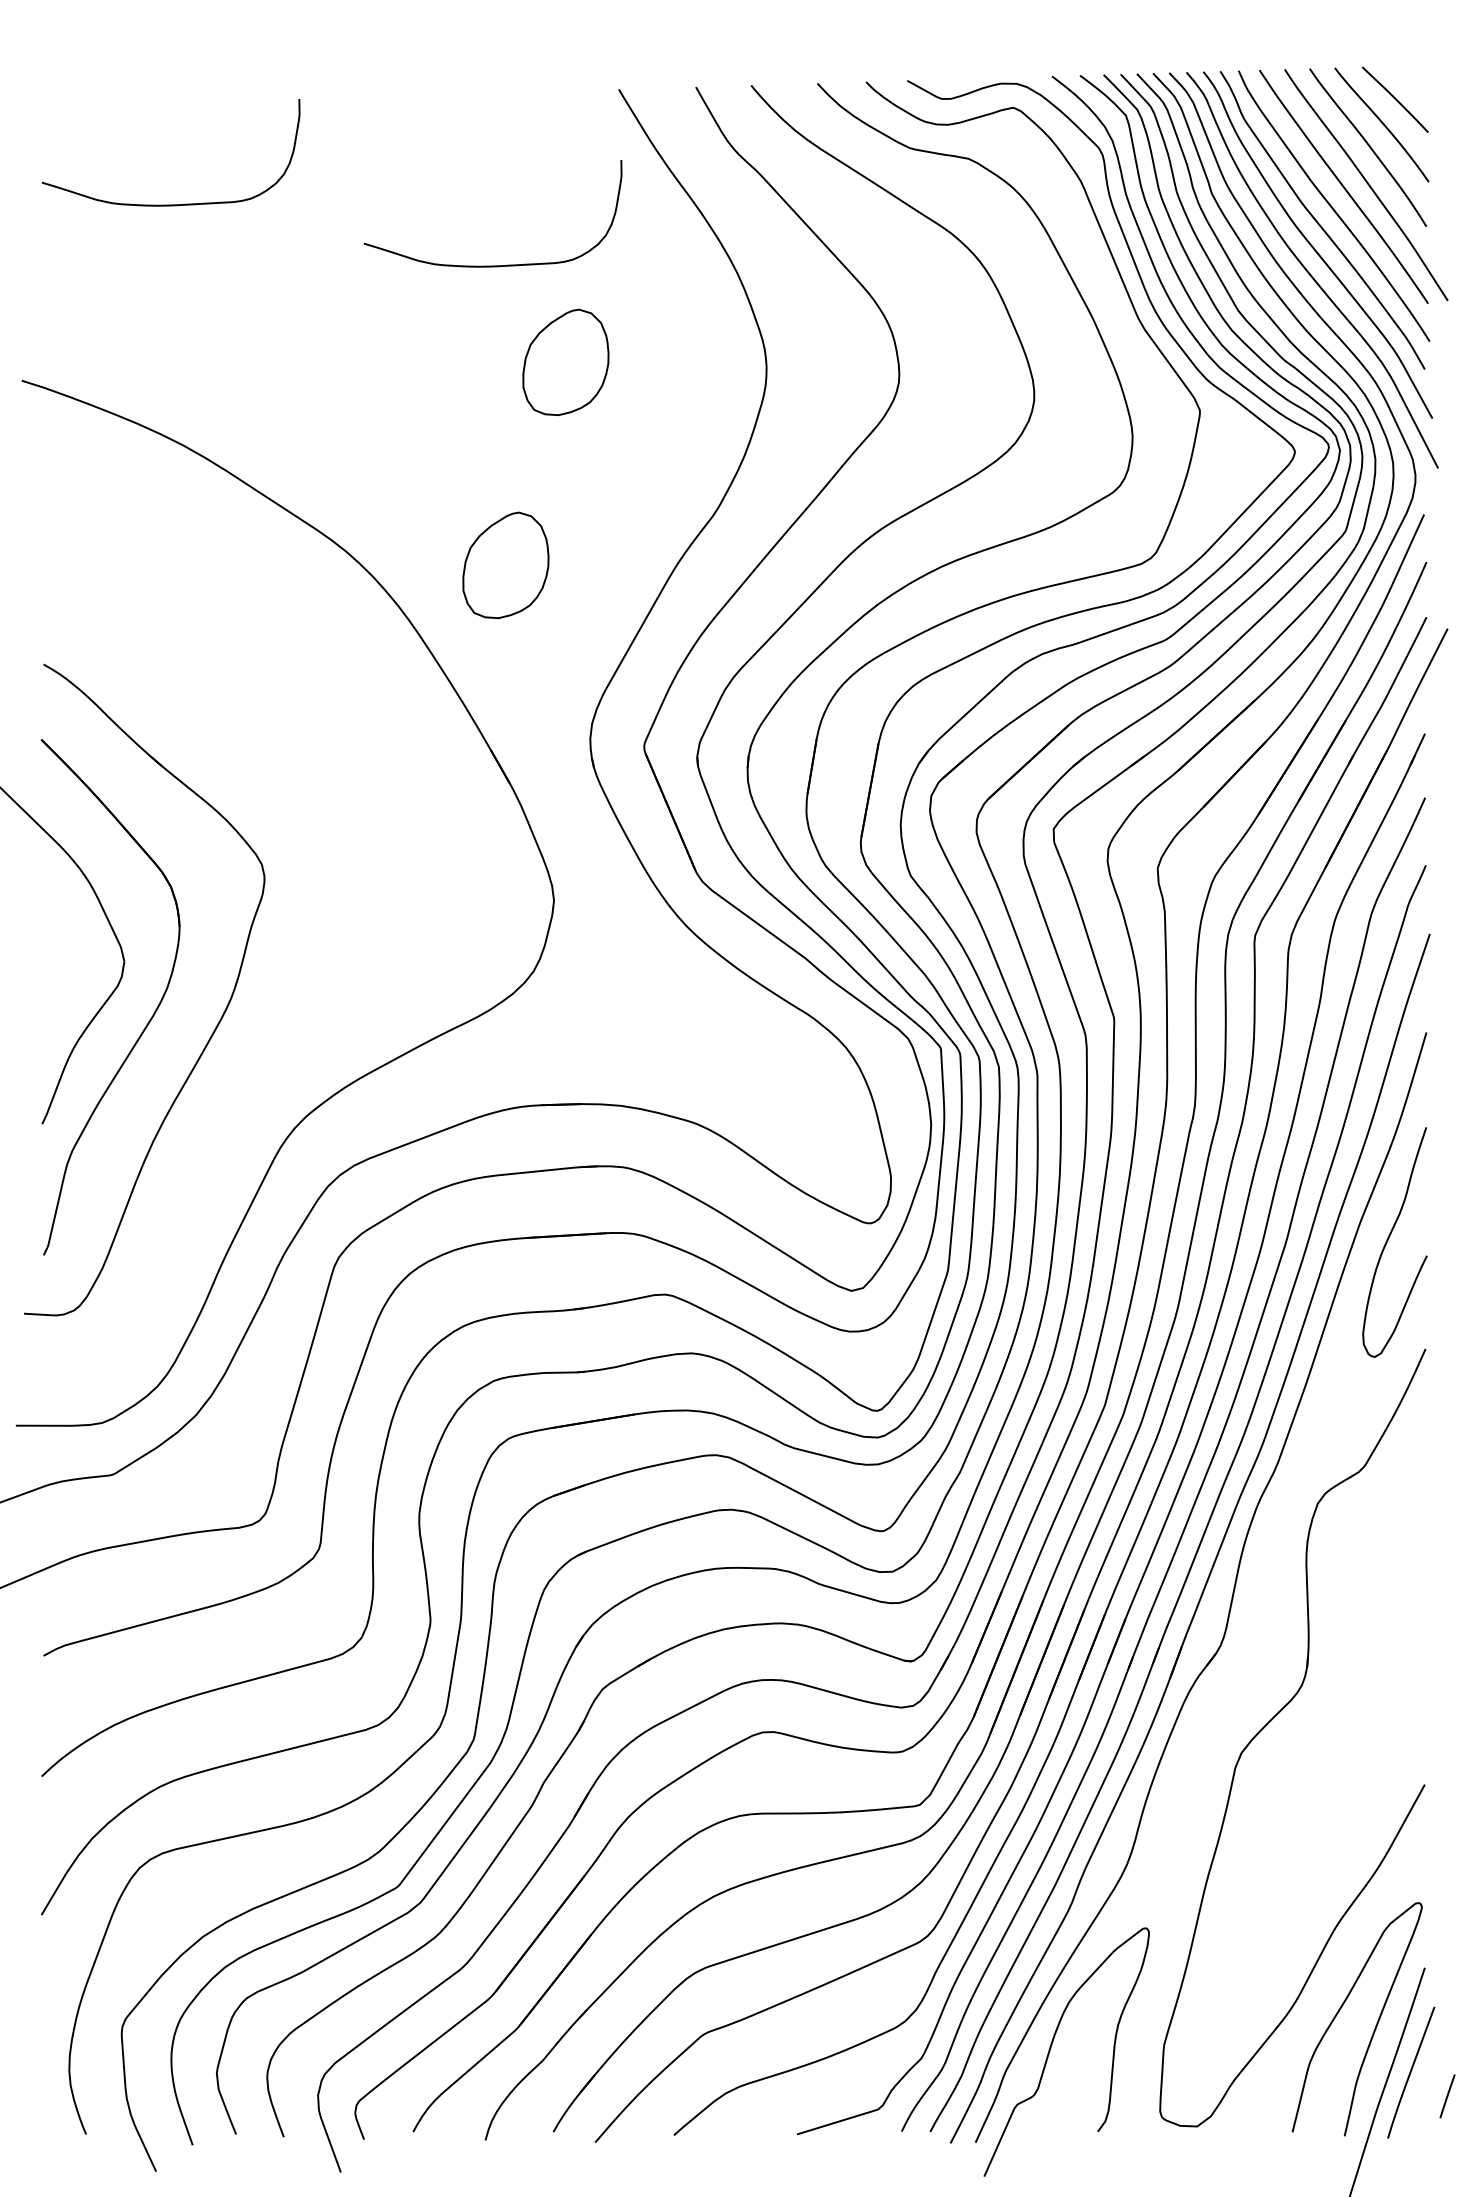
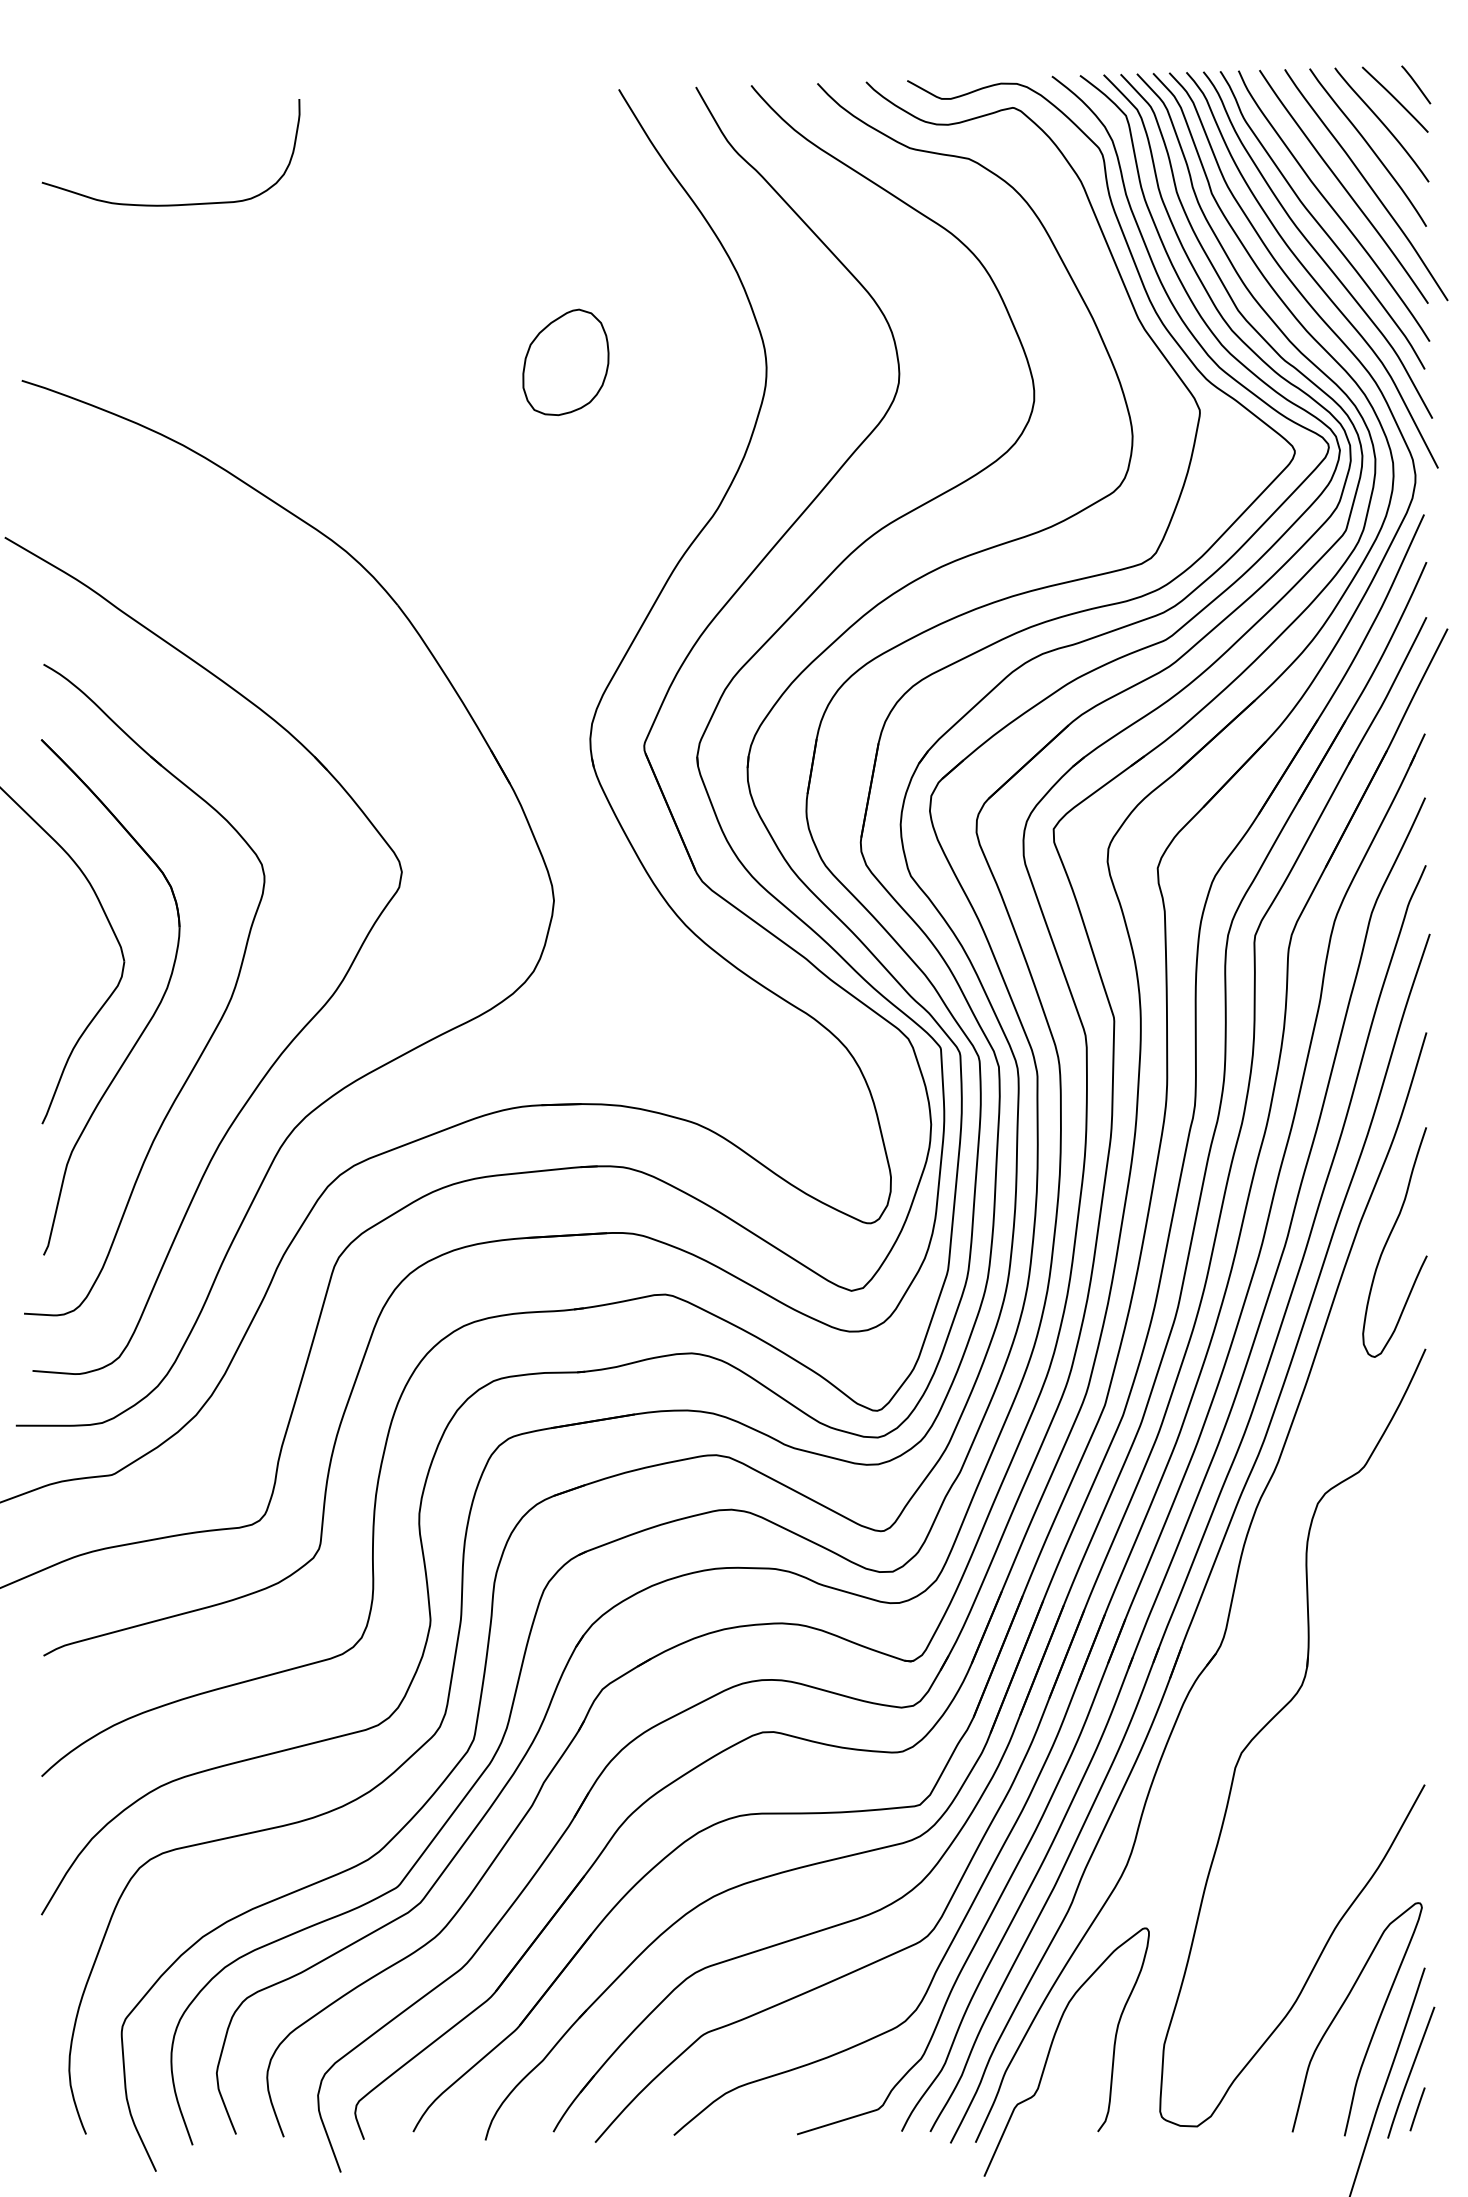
line at (1416, 84): none -> present
curve at (492, 265): present -> none
part at (505, 565): present -> none
part at (294, 1036): none -> present
line at (1447, 2096) position: (1447, 2096) -> (1417, 2109)
